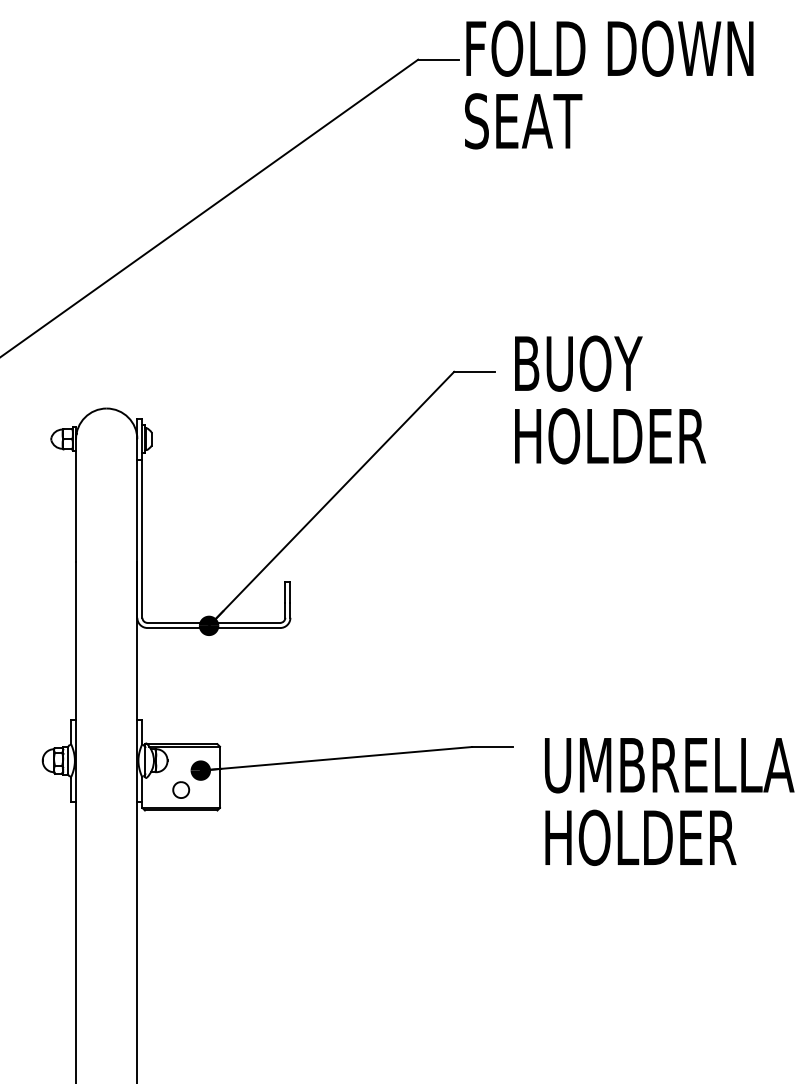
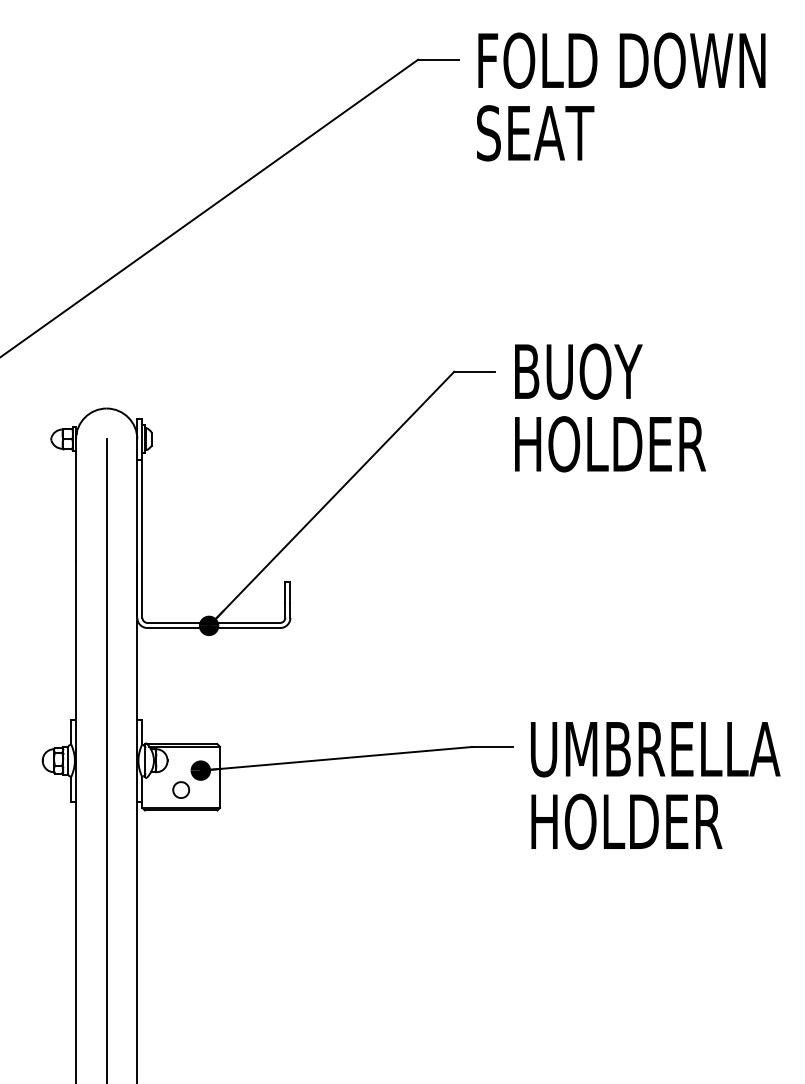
text at (609, 84) position: (609, 84) -> (621, 96)
text at (610, 399) position: (610, 399) -> (610, 407)
line at (106, 759): none -> present
text at (669, 801) position: (669, 801) -> (655, 785)
